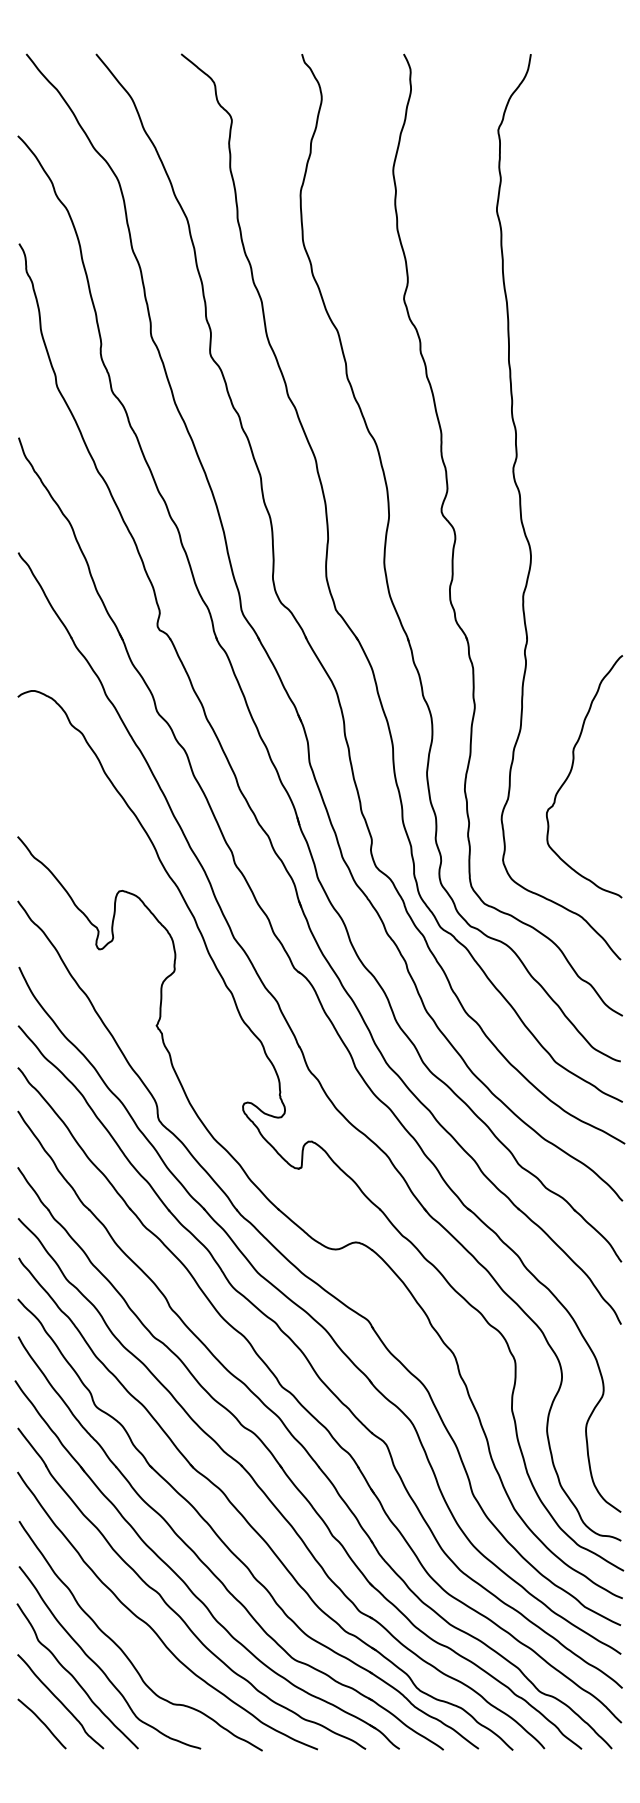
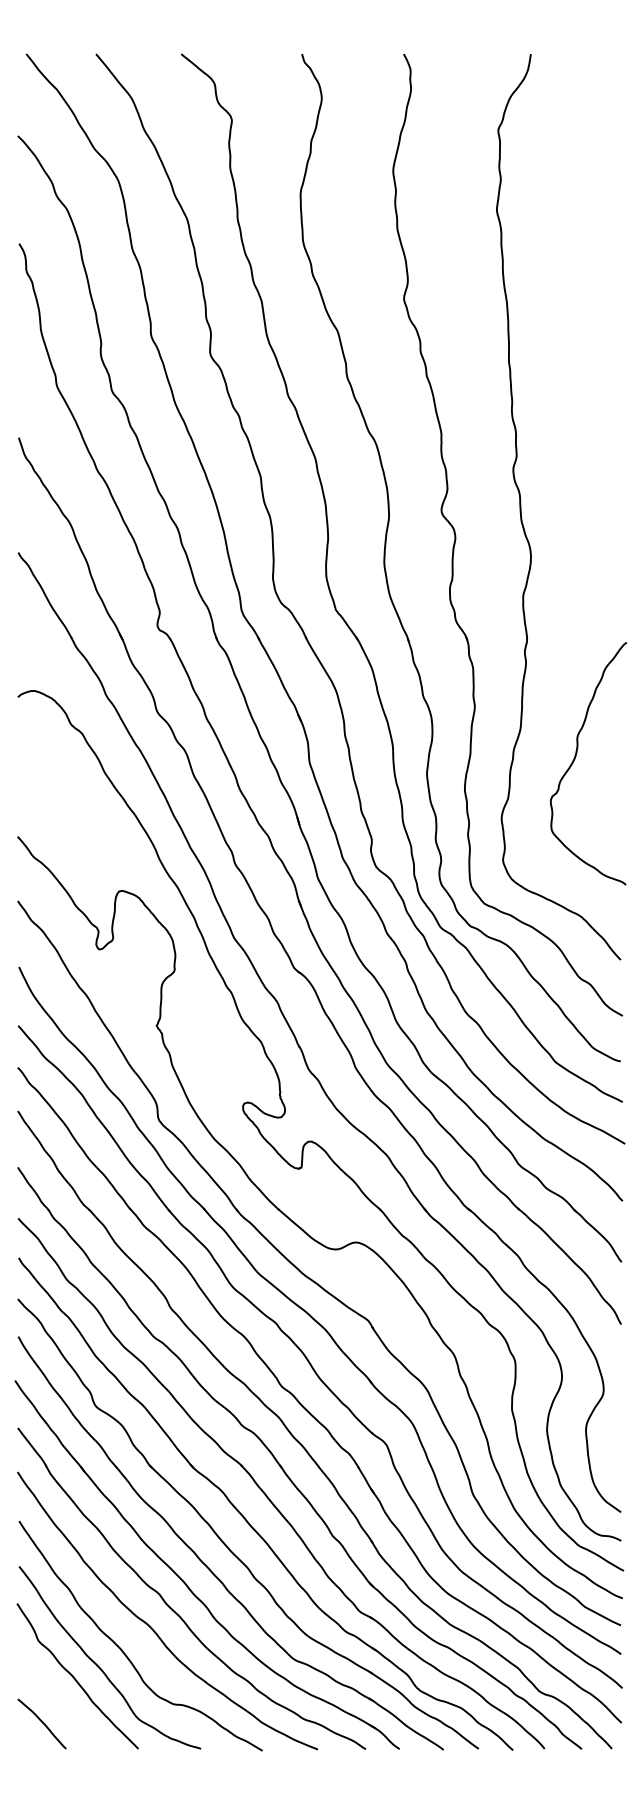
curve at (571, 772) position: (571, 772) -> (575, 759)
curve at (60, 1701): present -> none
